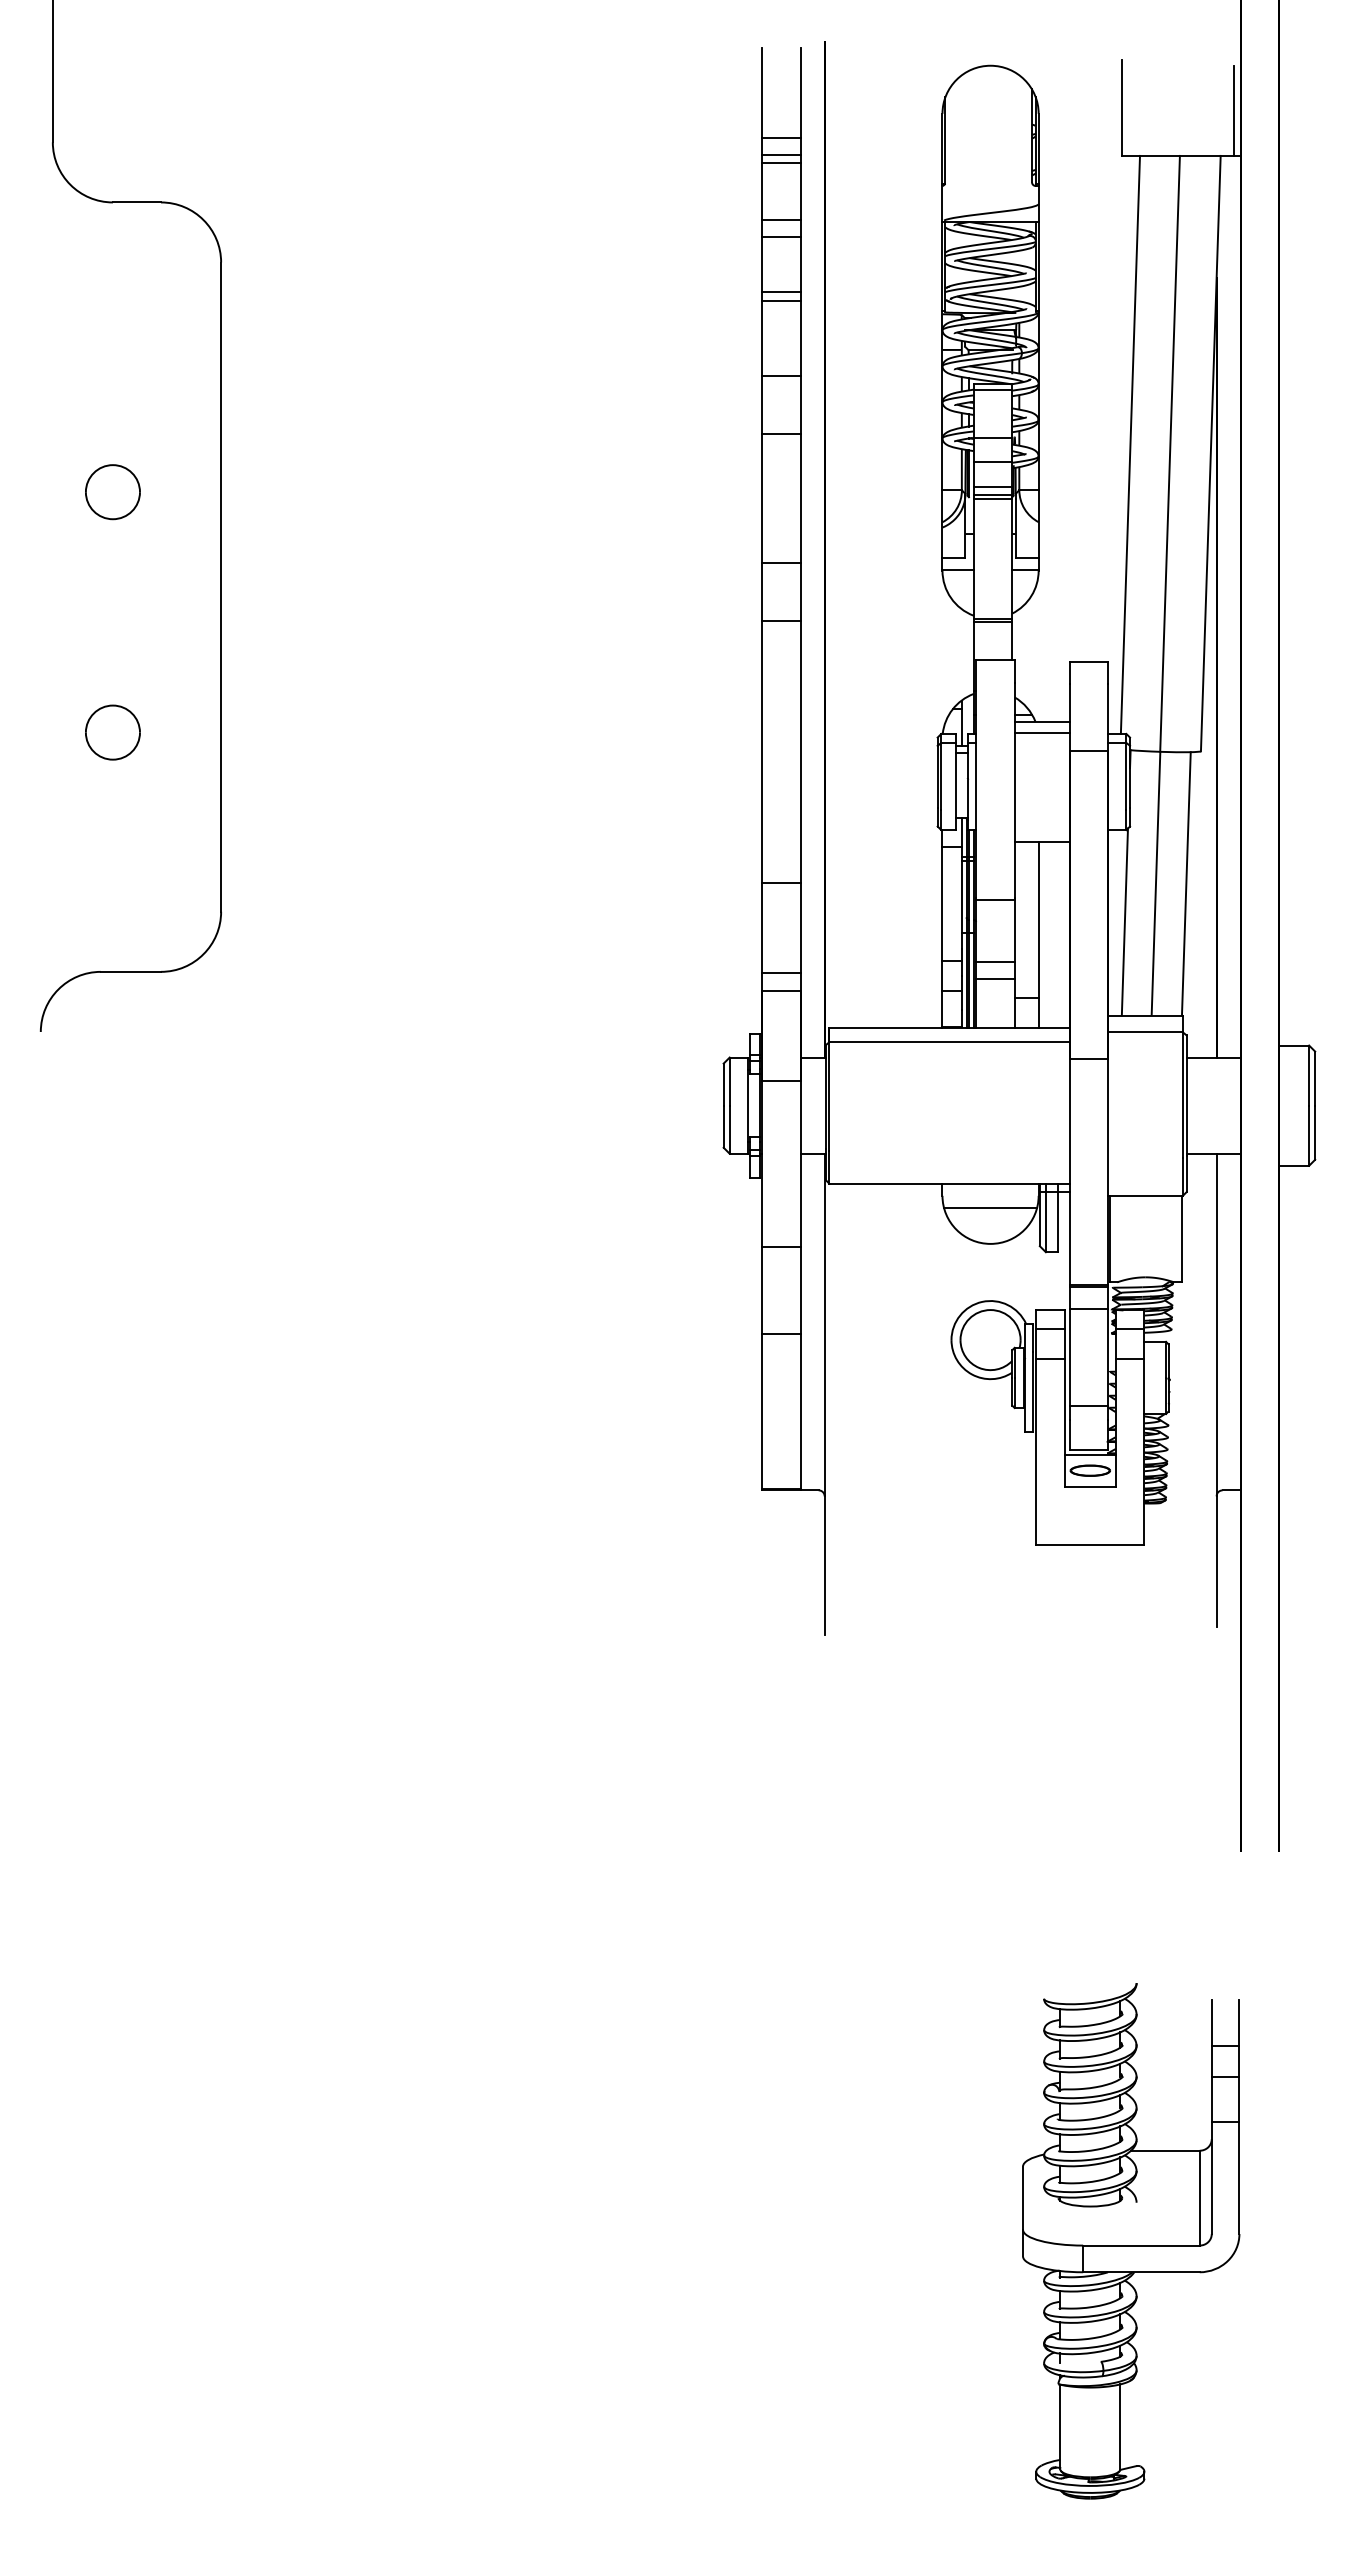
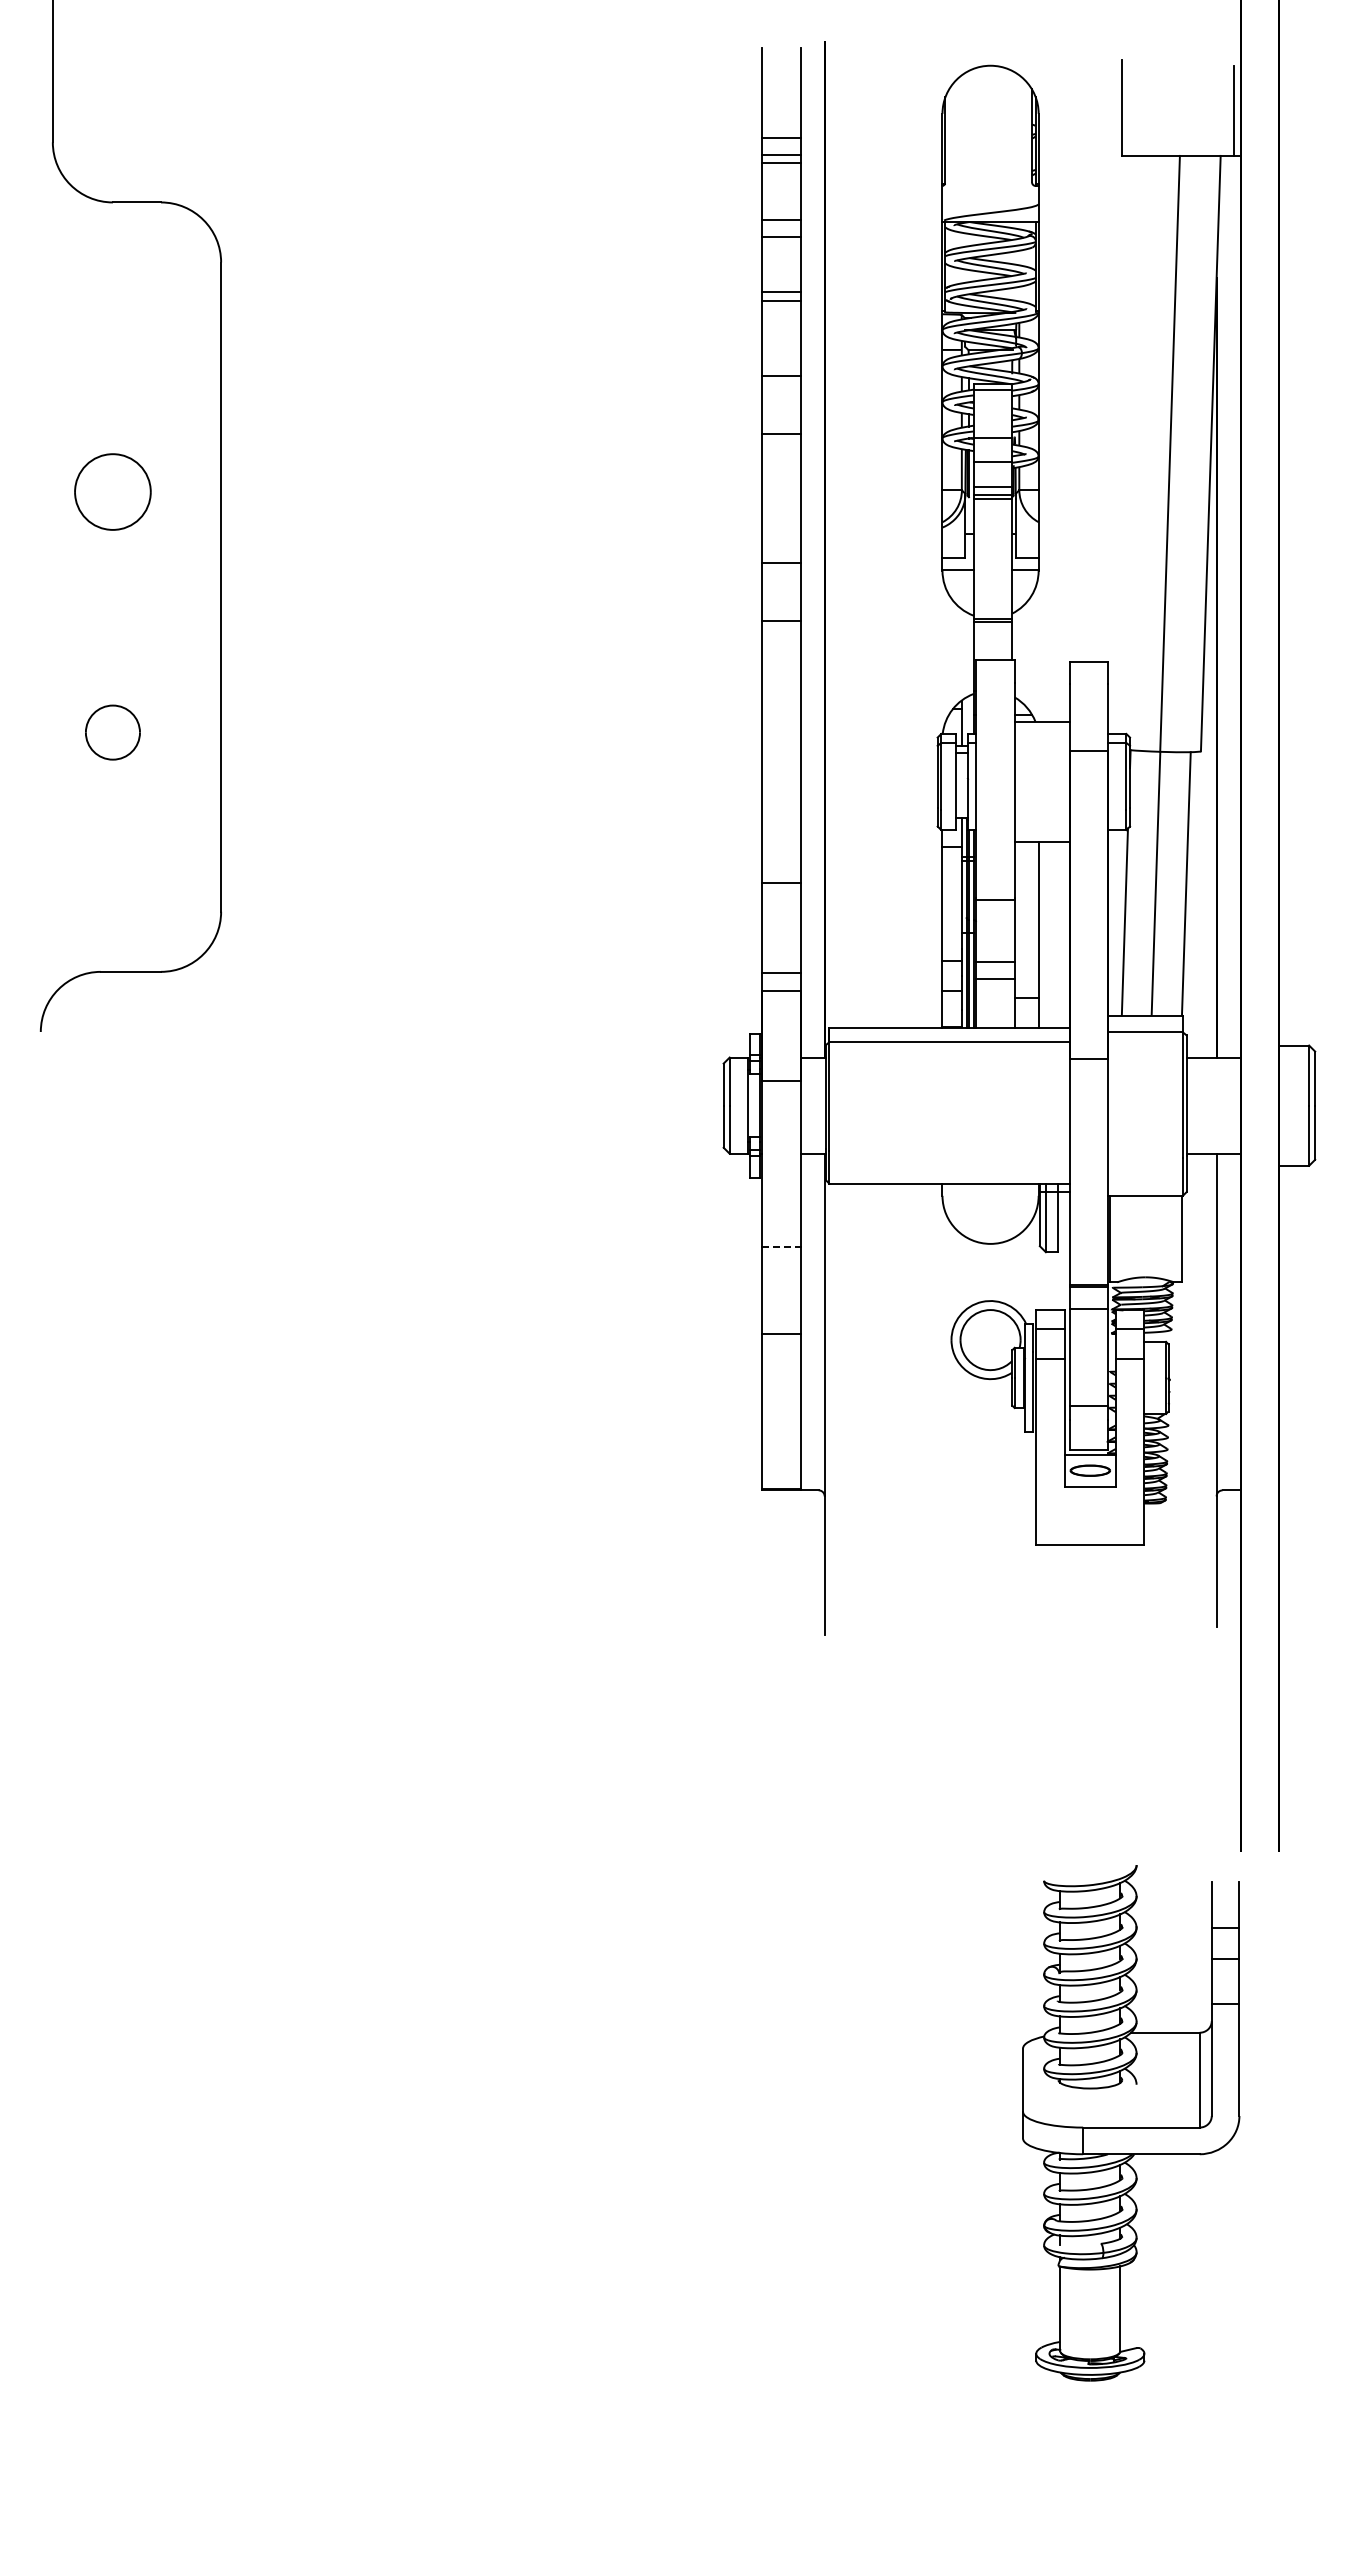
line at (1130, 444): present -> none
part at (112, 492) size: 56x57 px -> 78x78 px
line at (1041, 733): present -> none
line at (990, 1208): present -> none
line at (781, 1247): solid -> dashed
part at (1131, 2241) position: (1131, 2241) -> (1131, 2123)
